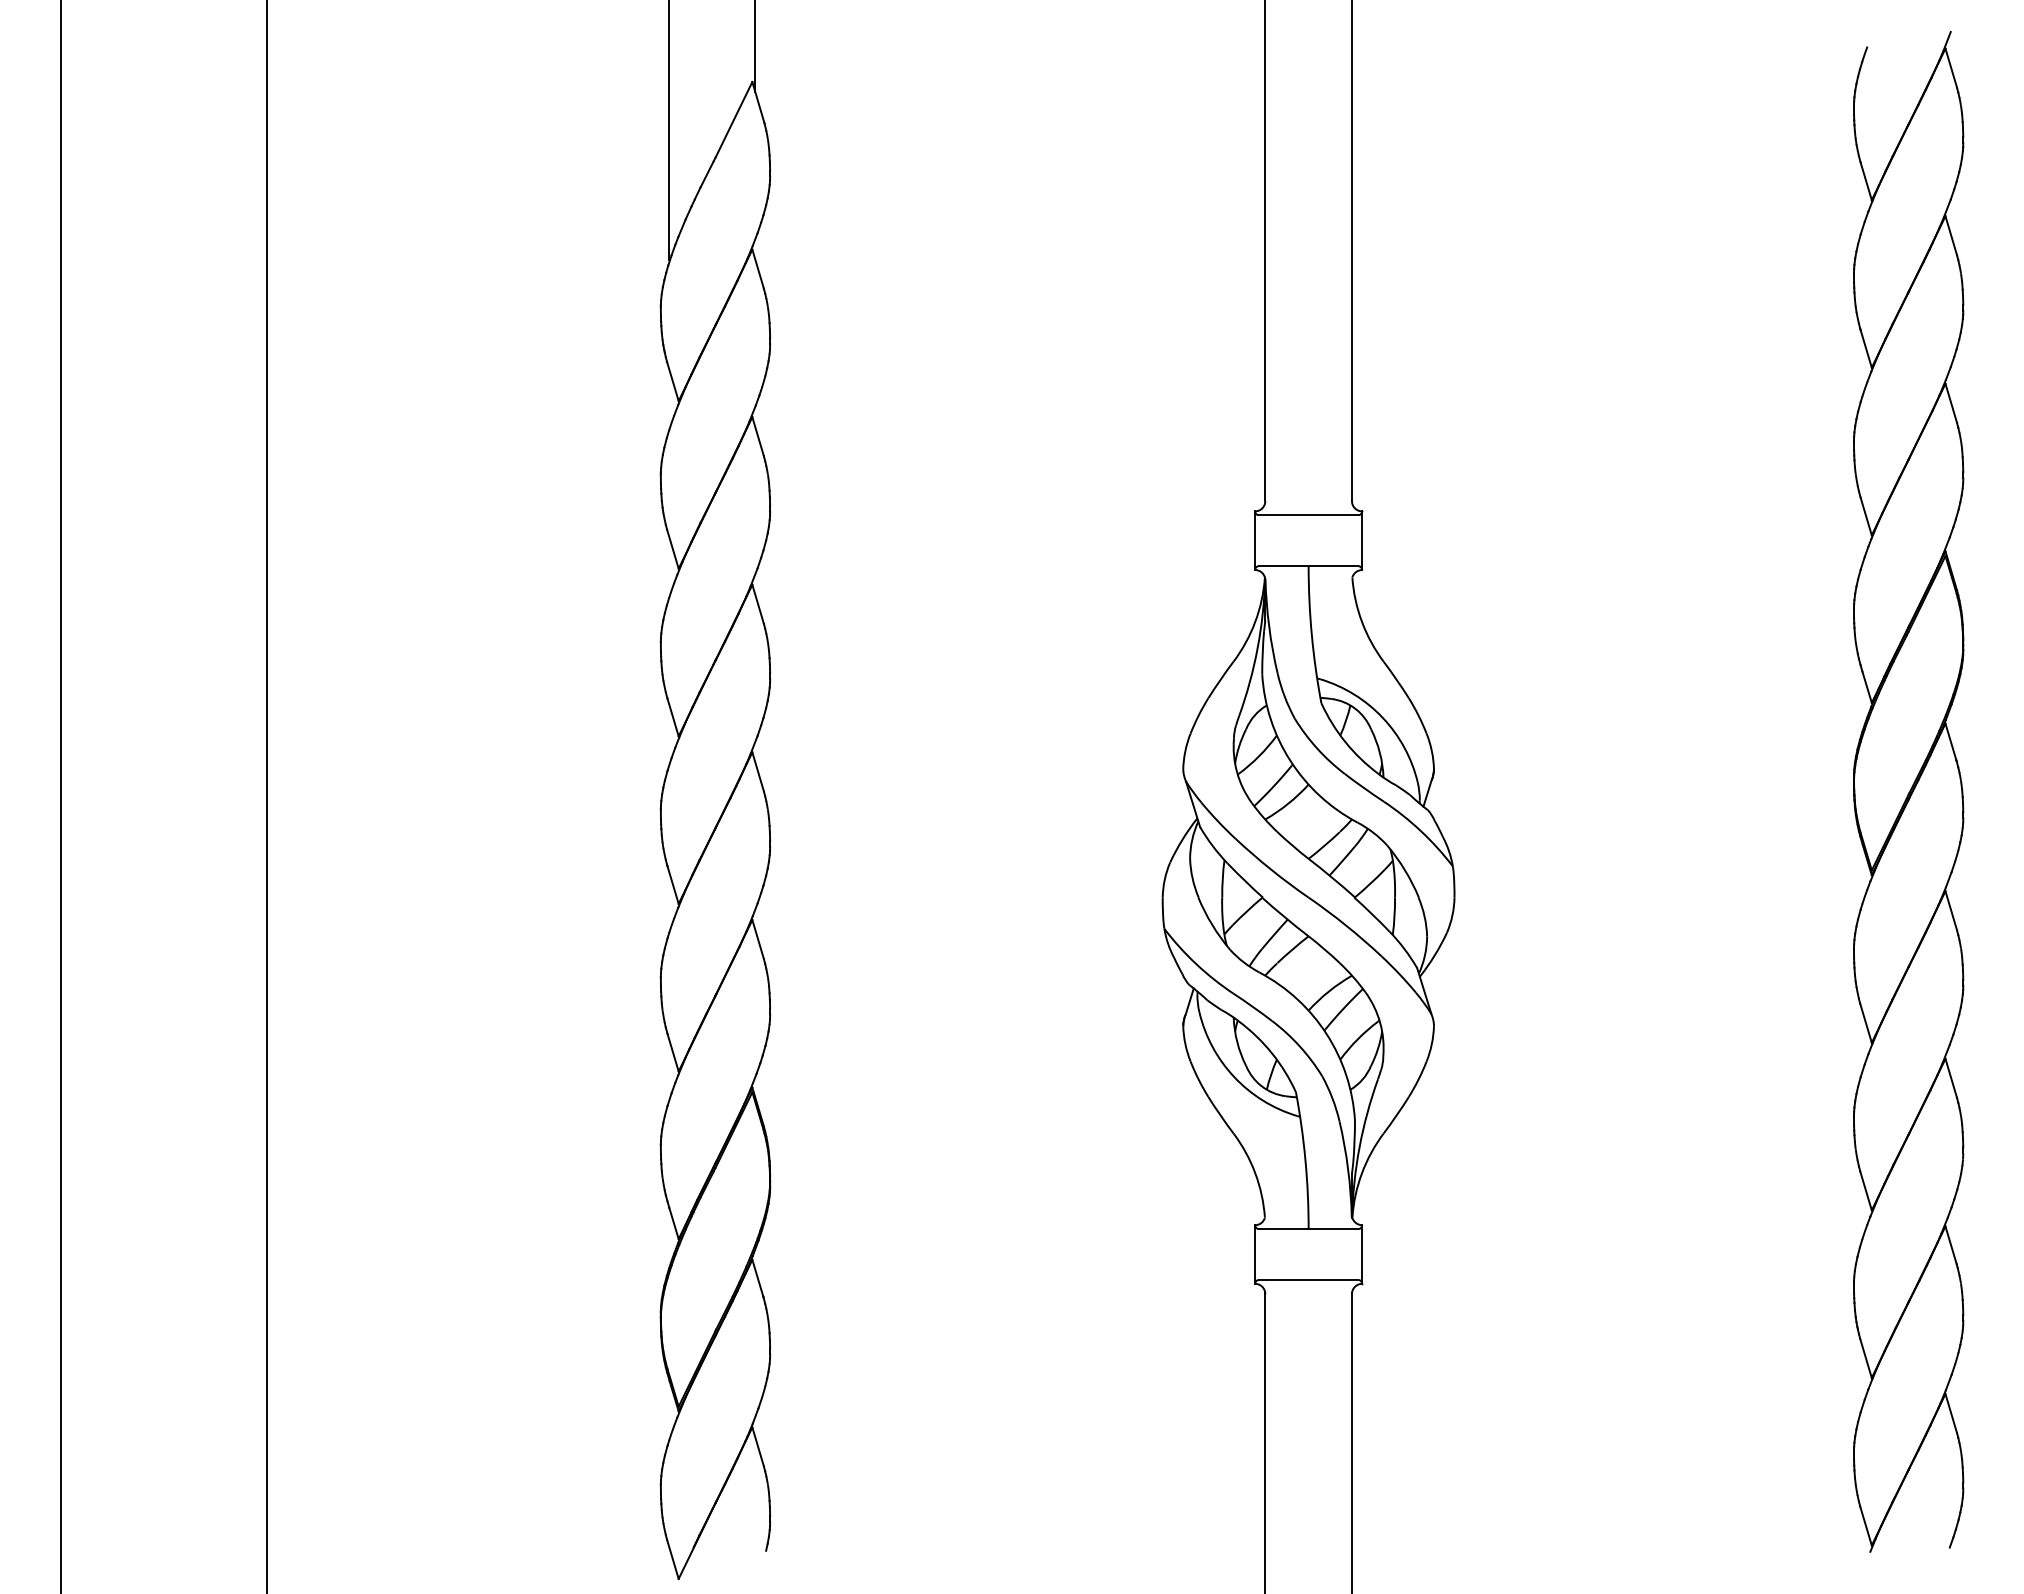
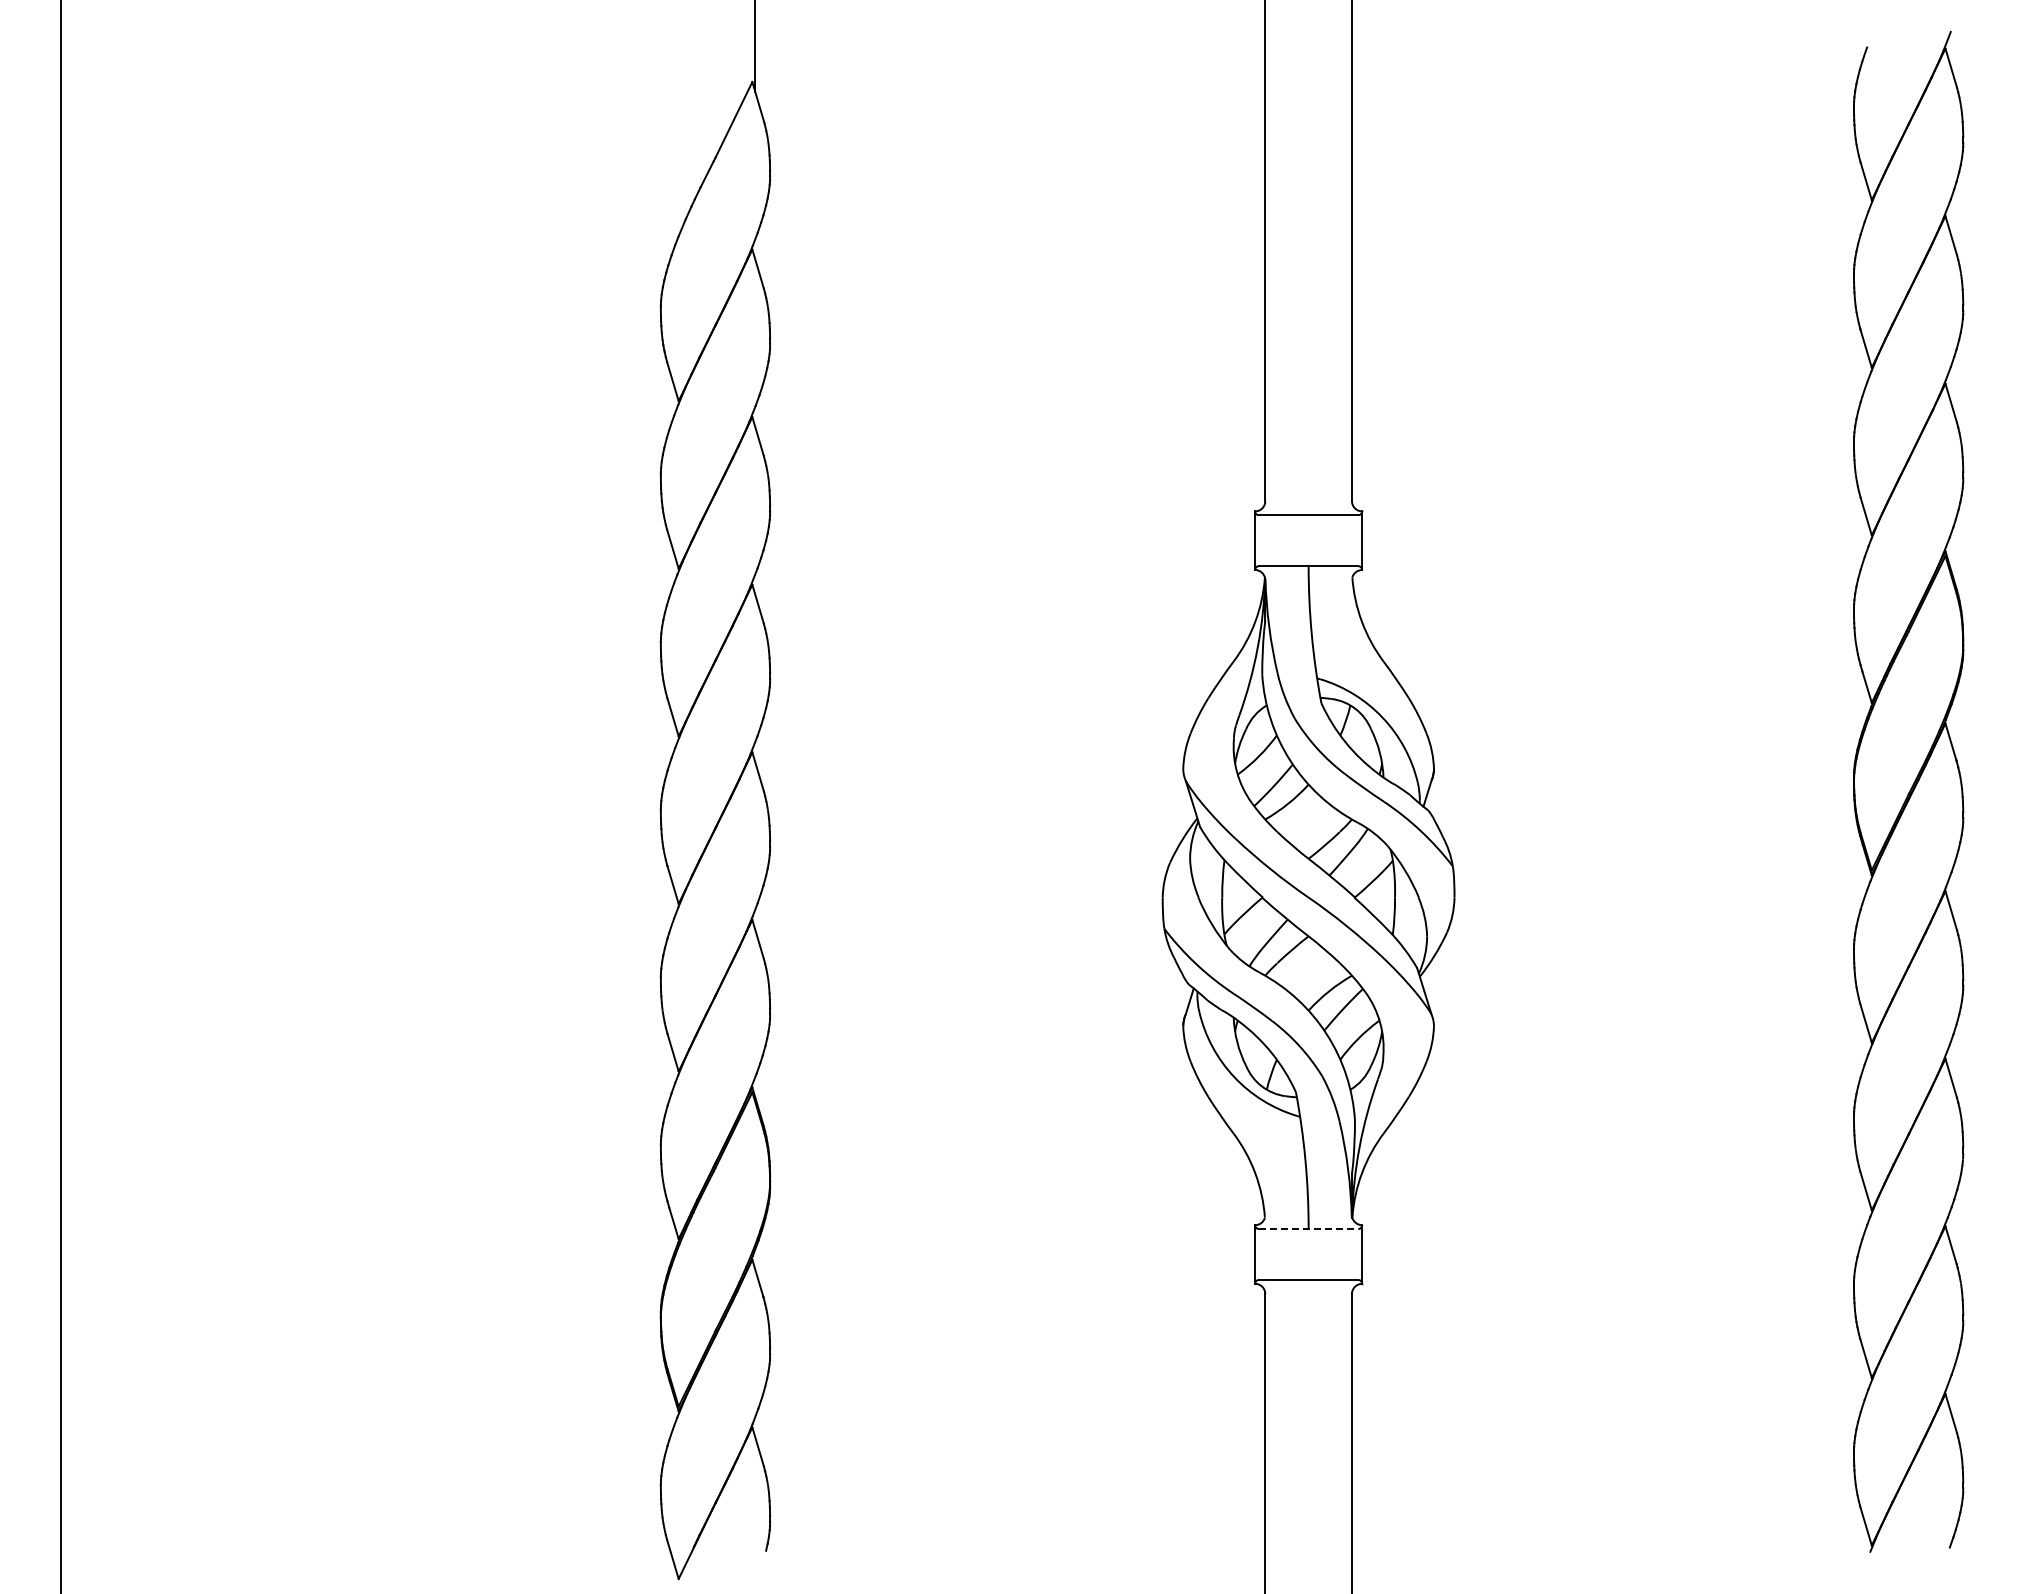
line at (668, 131): present -> none
line at (267, 796): present -> none
line at (1308, 1229): solid -> dashed
